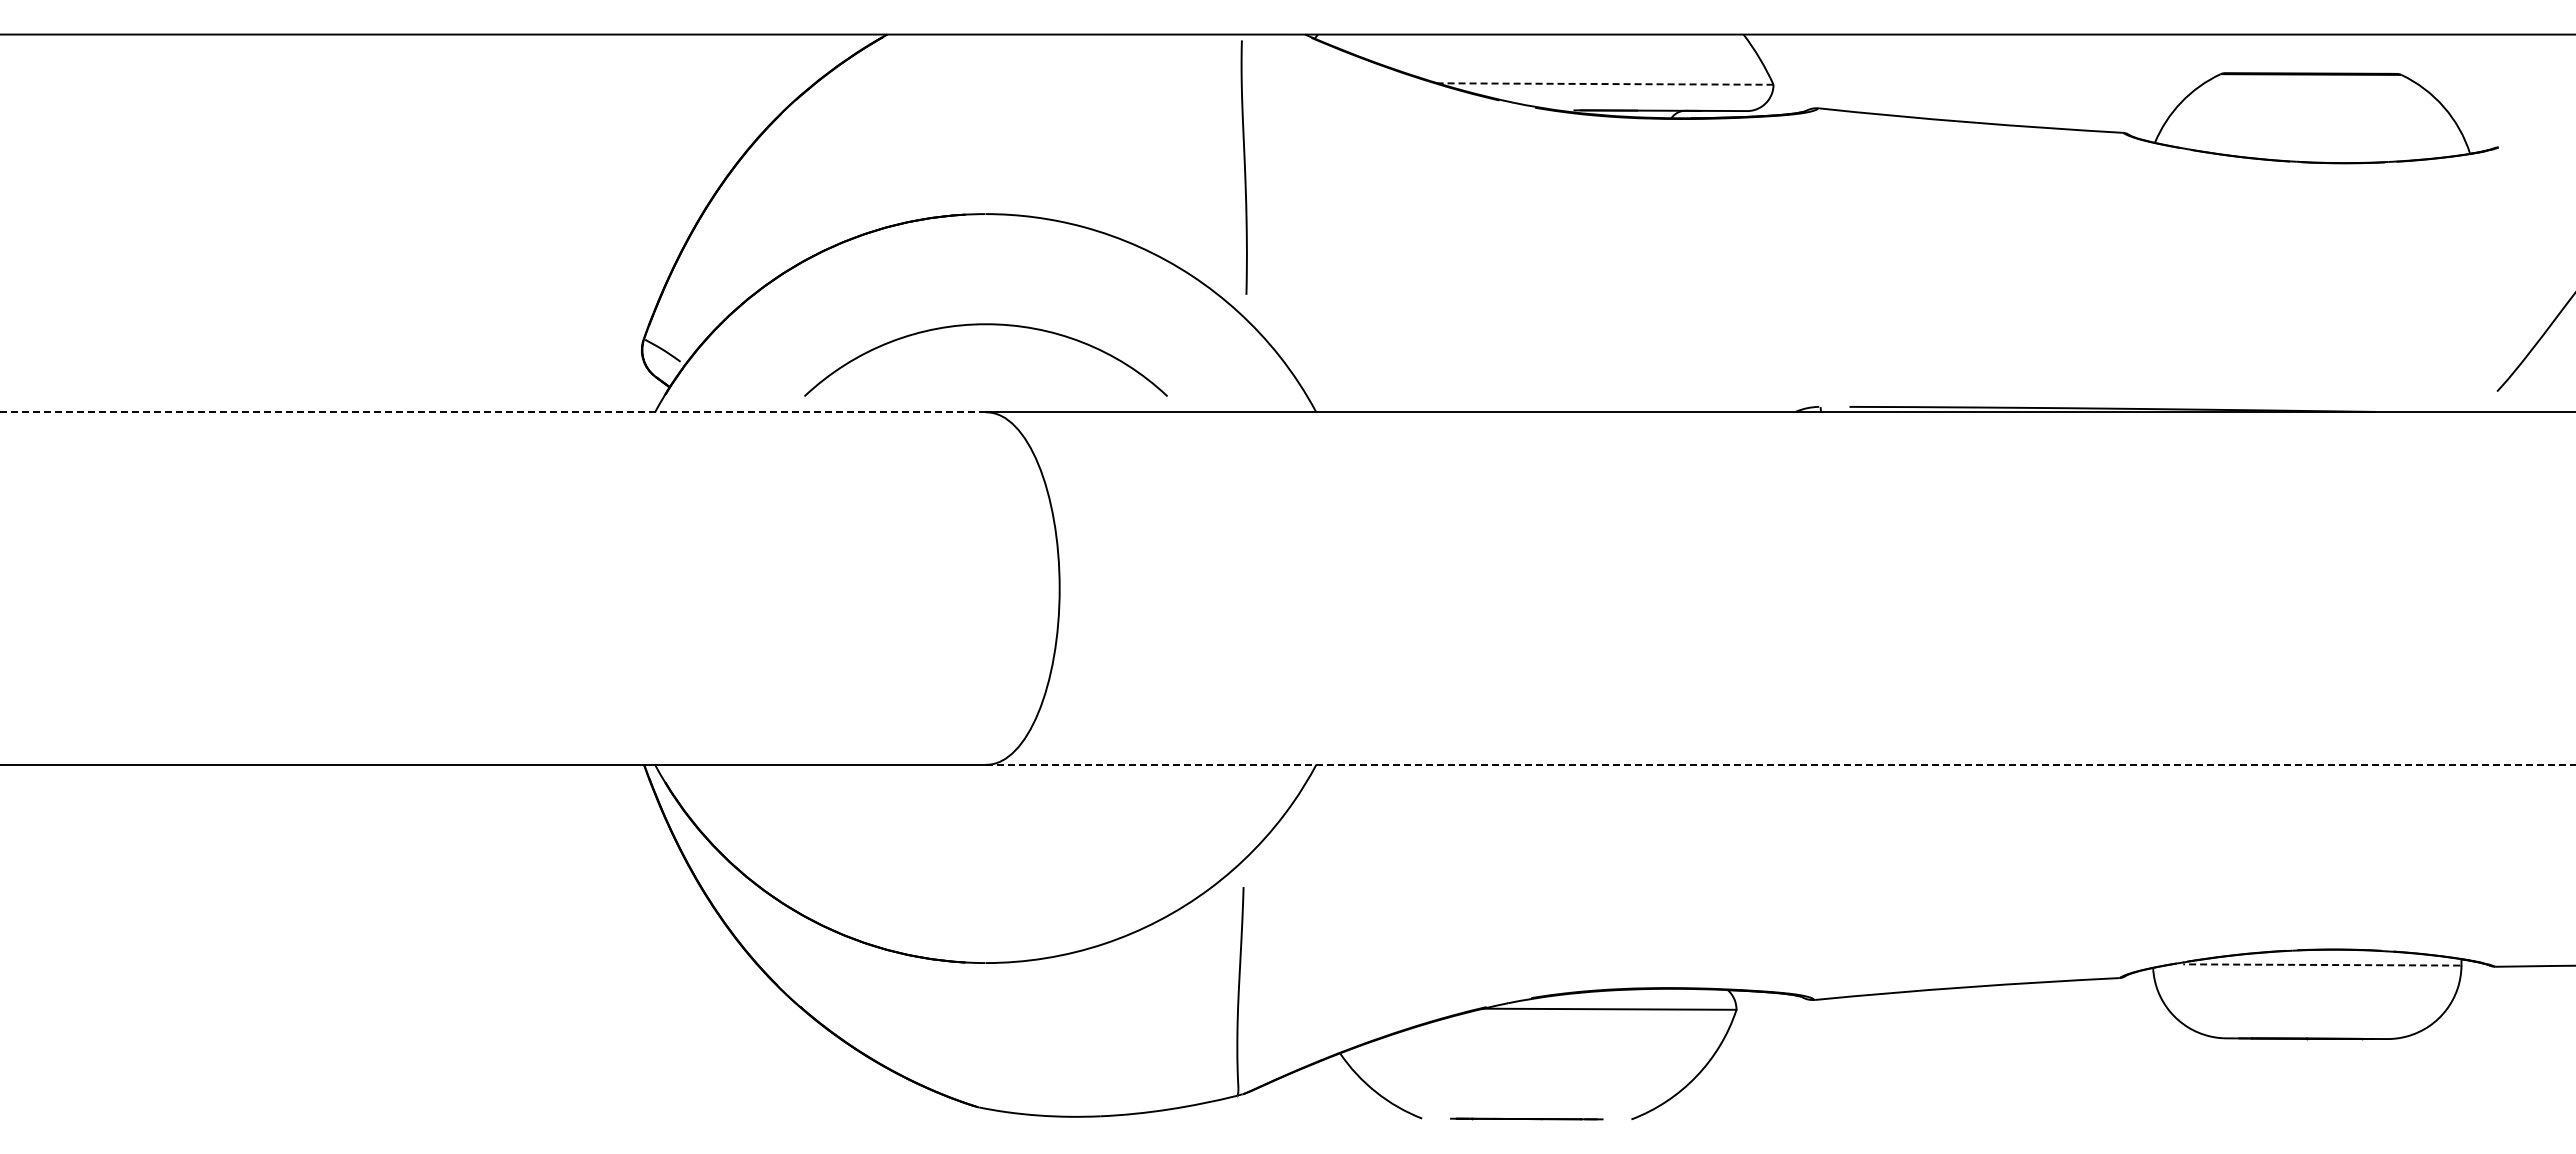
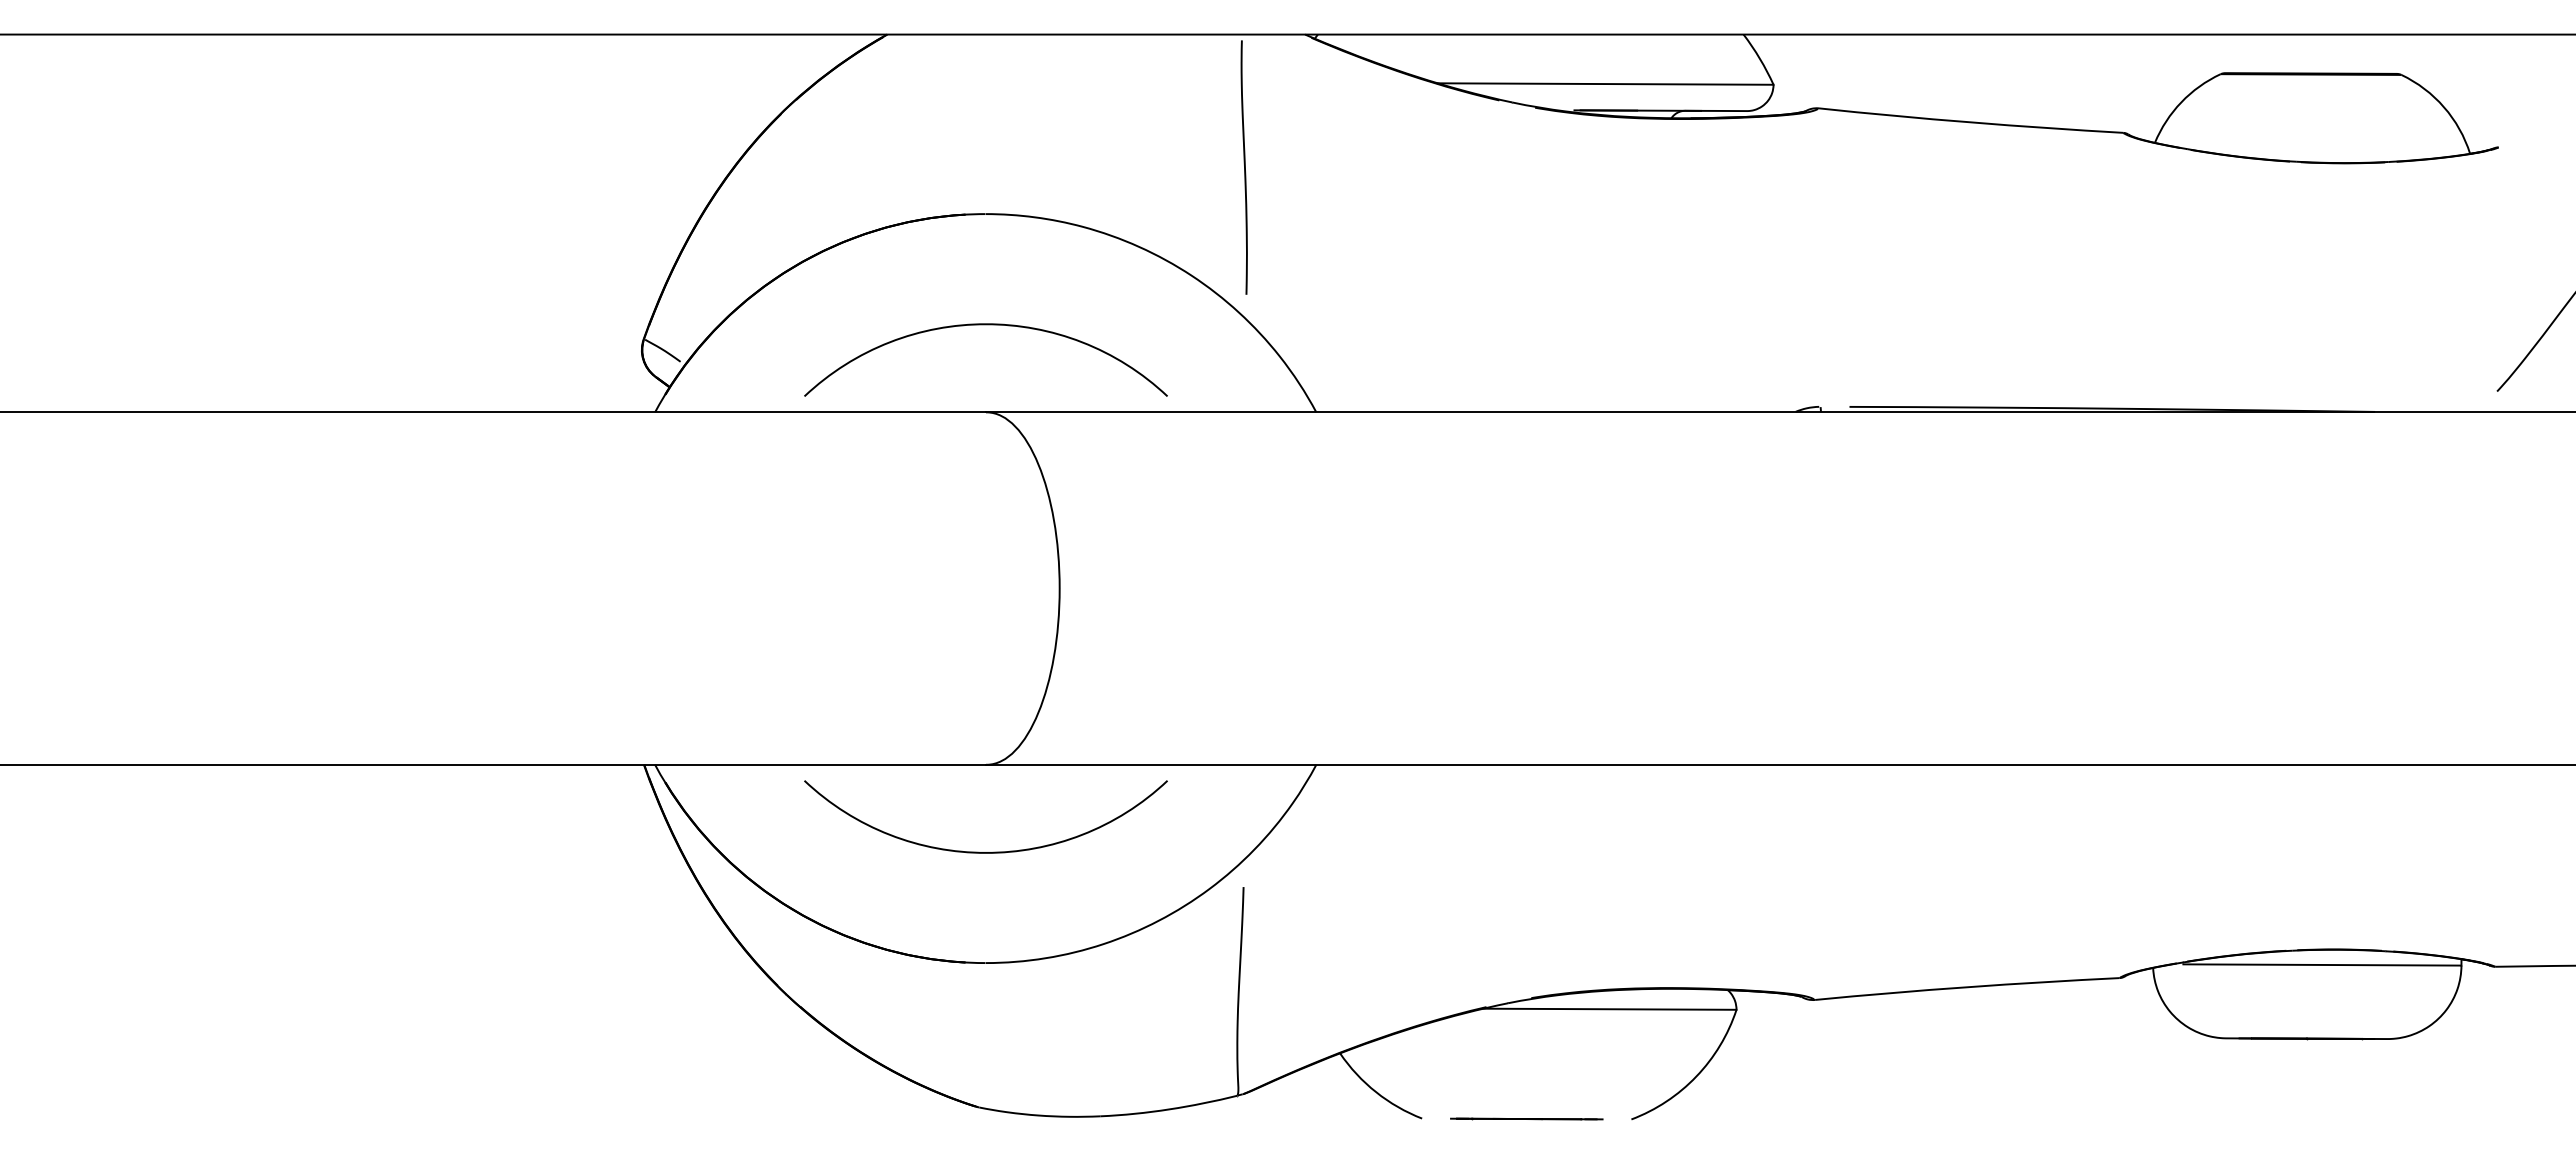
line at (1605, 84): dashed -> solid
line at (493, 412): dashed -> solid
line at (1781, 764): dashed -> solid
arc at (978, 851): none -> present
line at (2321, 964): dashed -> solid
